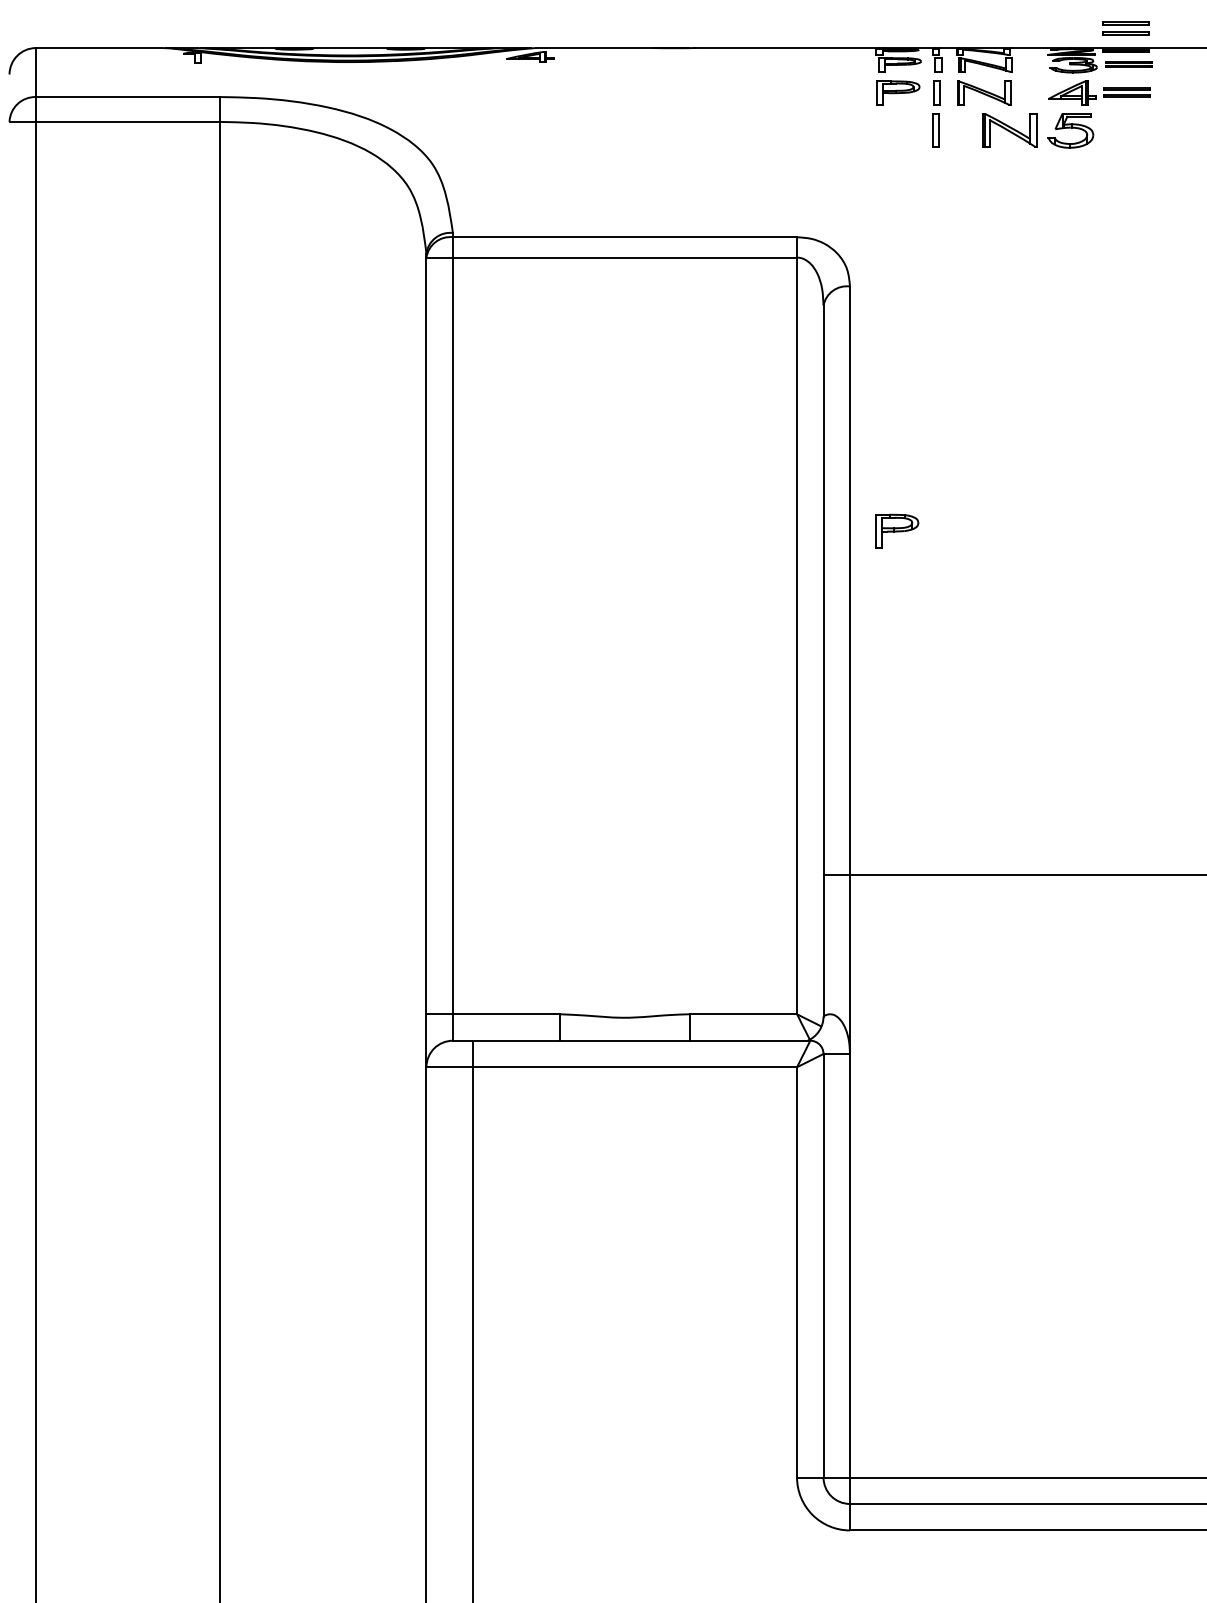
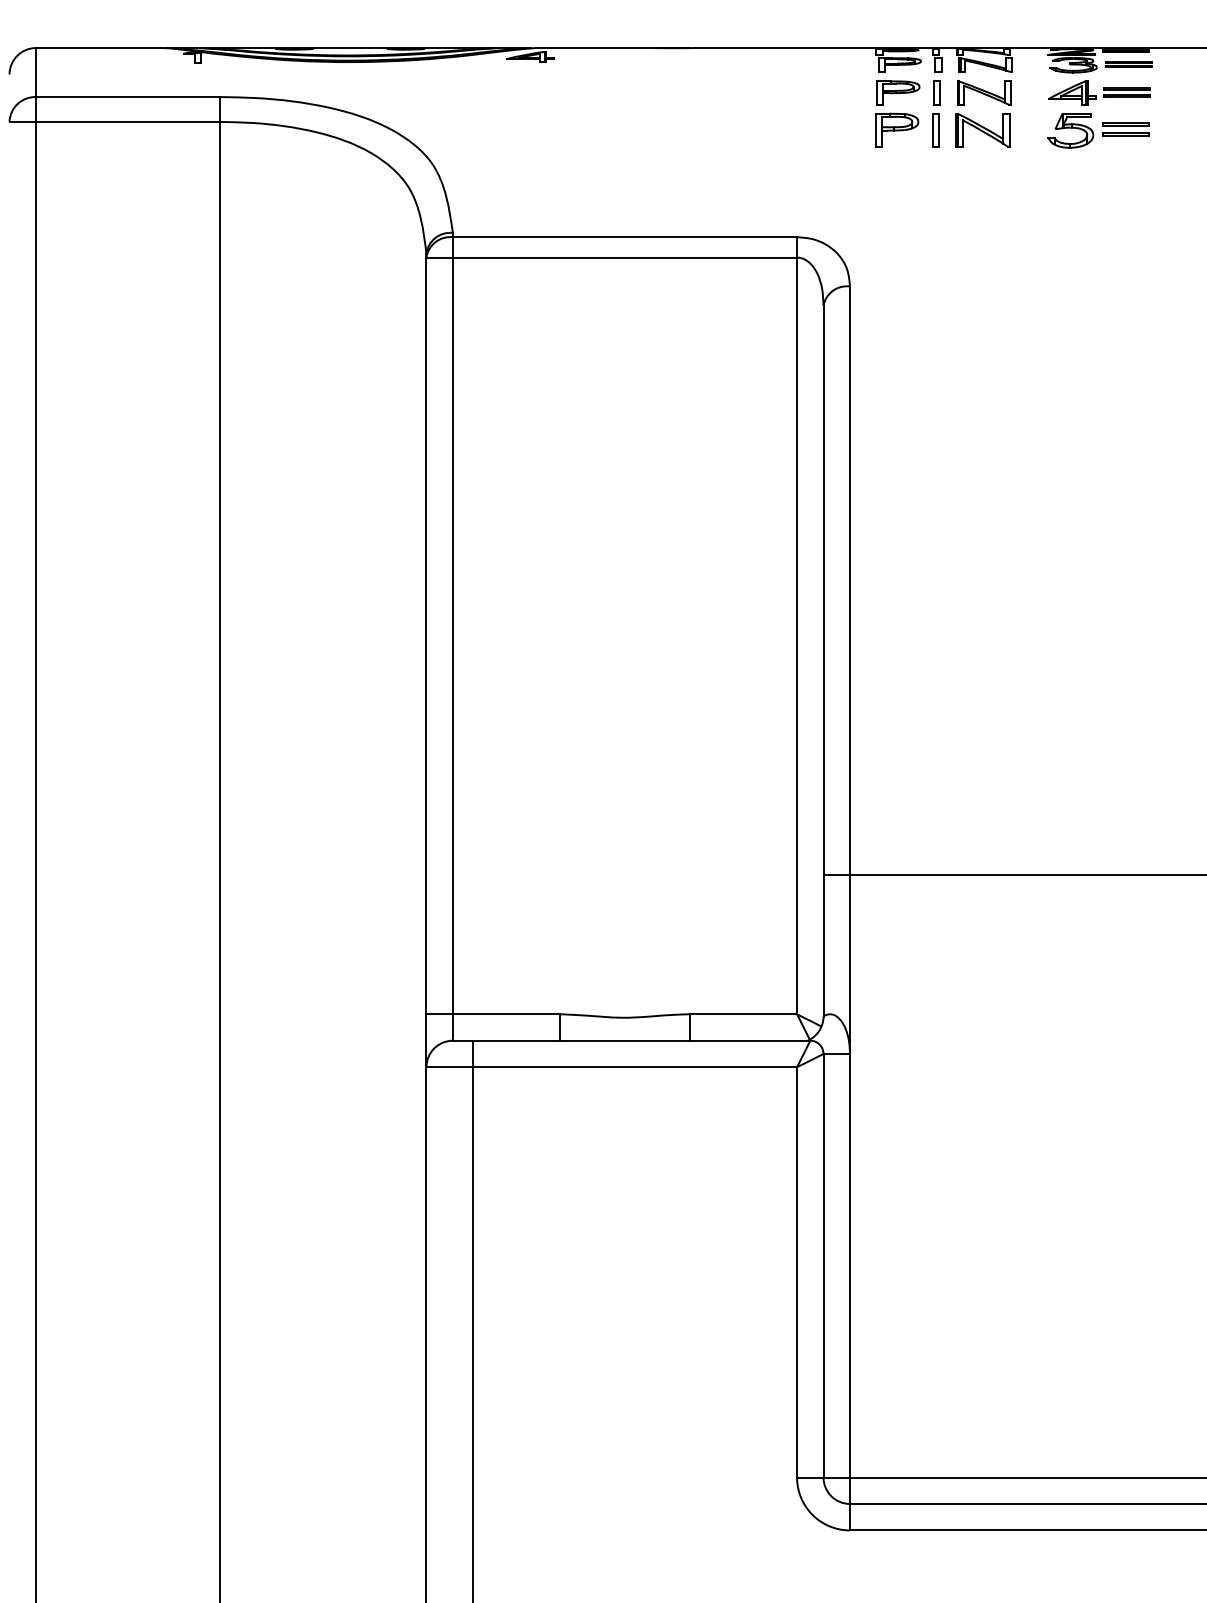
part at (1125, 28) position: (1125, 28) -> (1125, 129)
part at (1009, 130) position: (1009, 130) -> (982, 130)
part at (897, 530) position: (897, 530) -> (897, 129)
